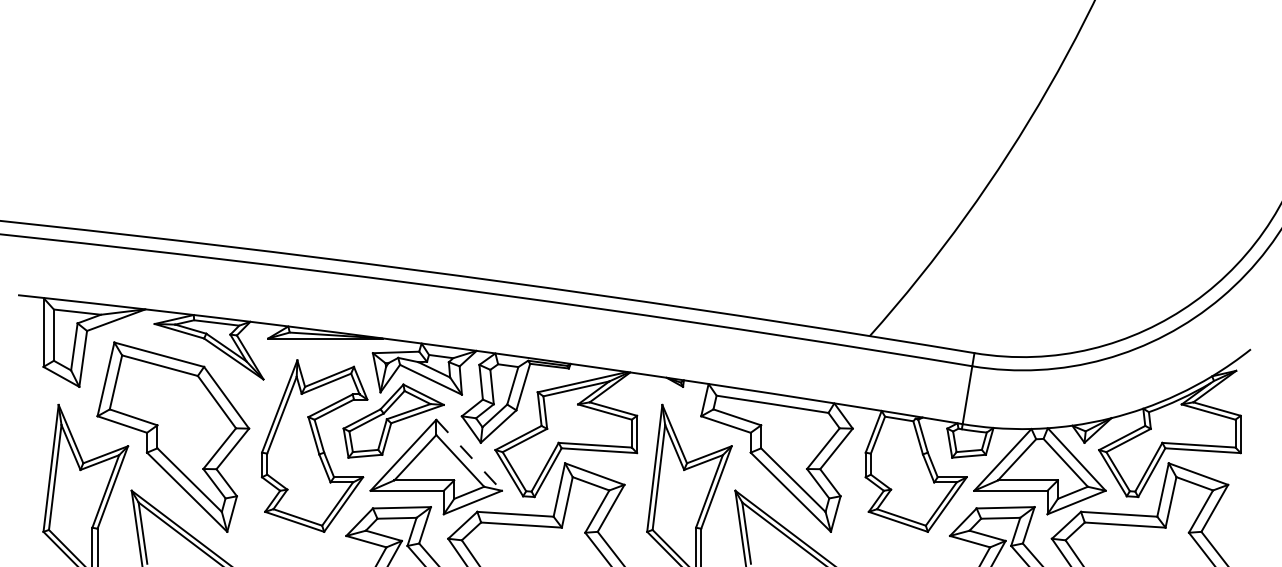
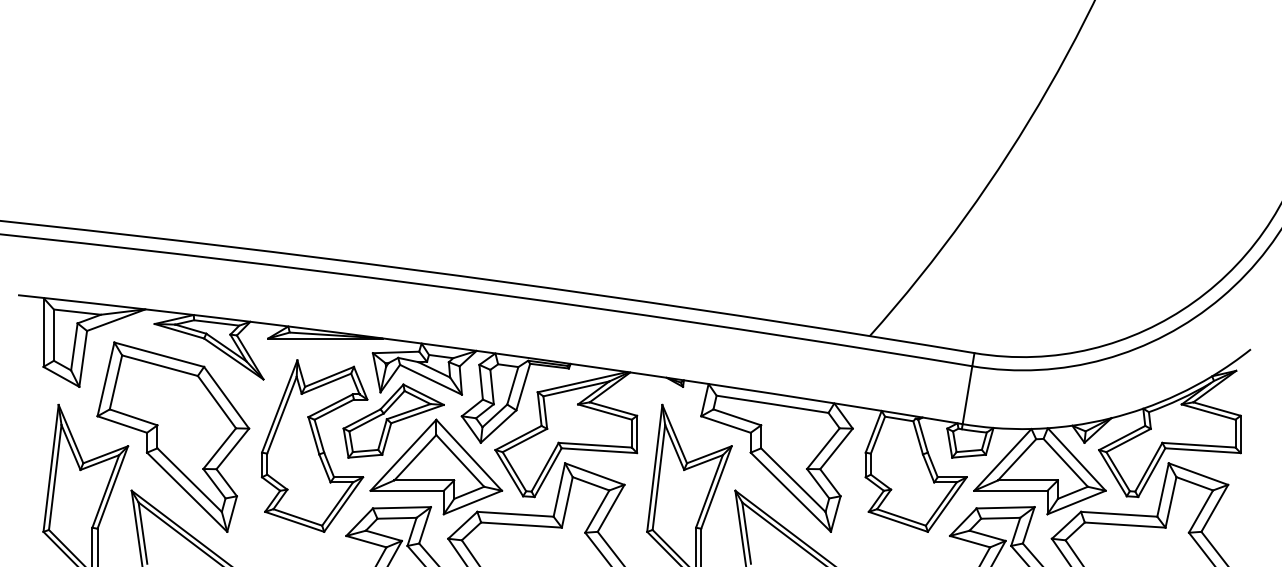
line at (469, 455): dashed -> solid
